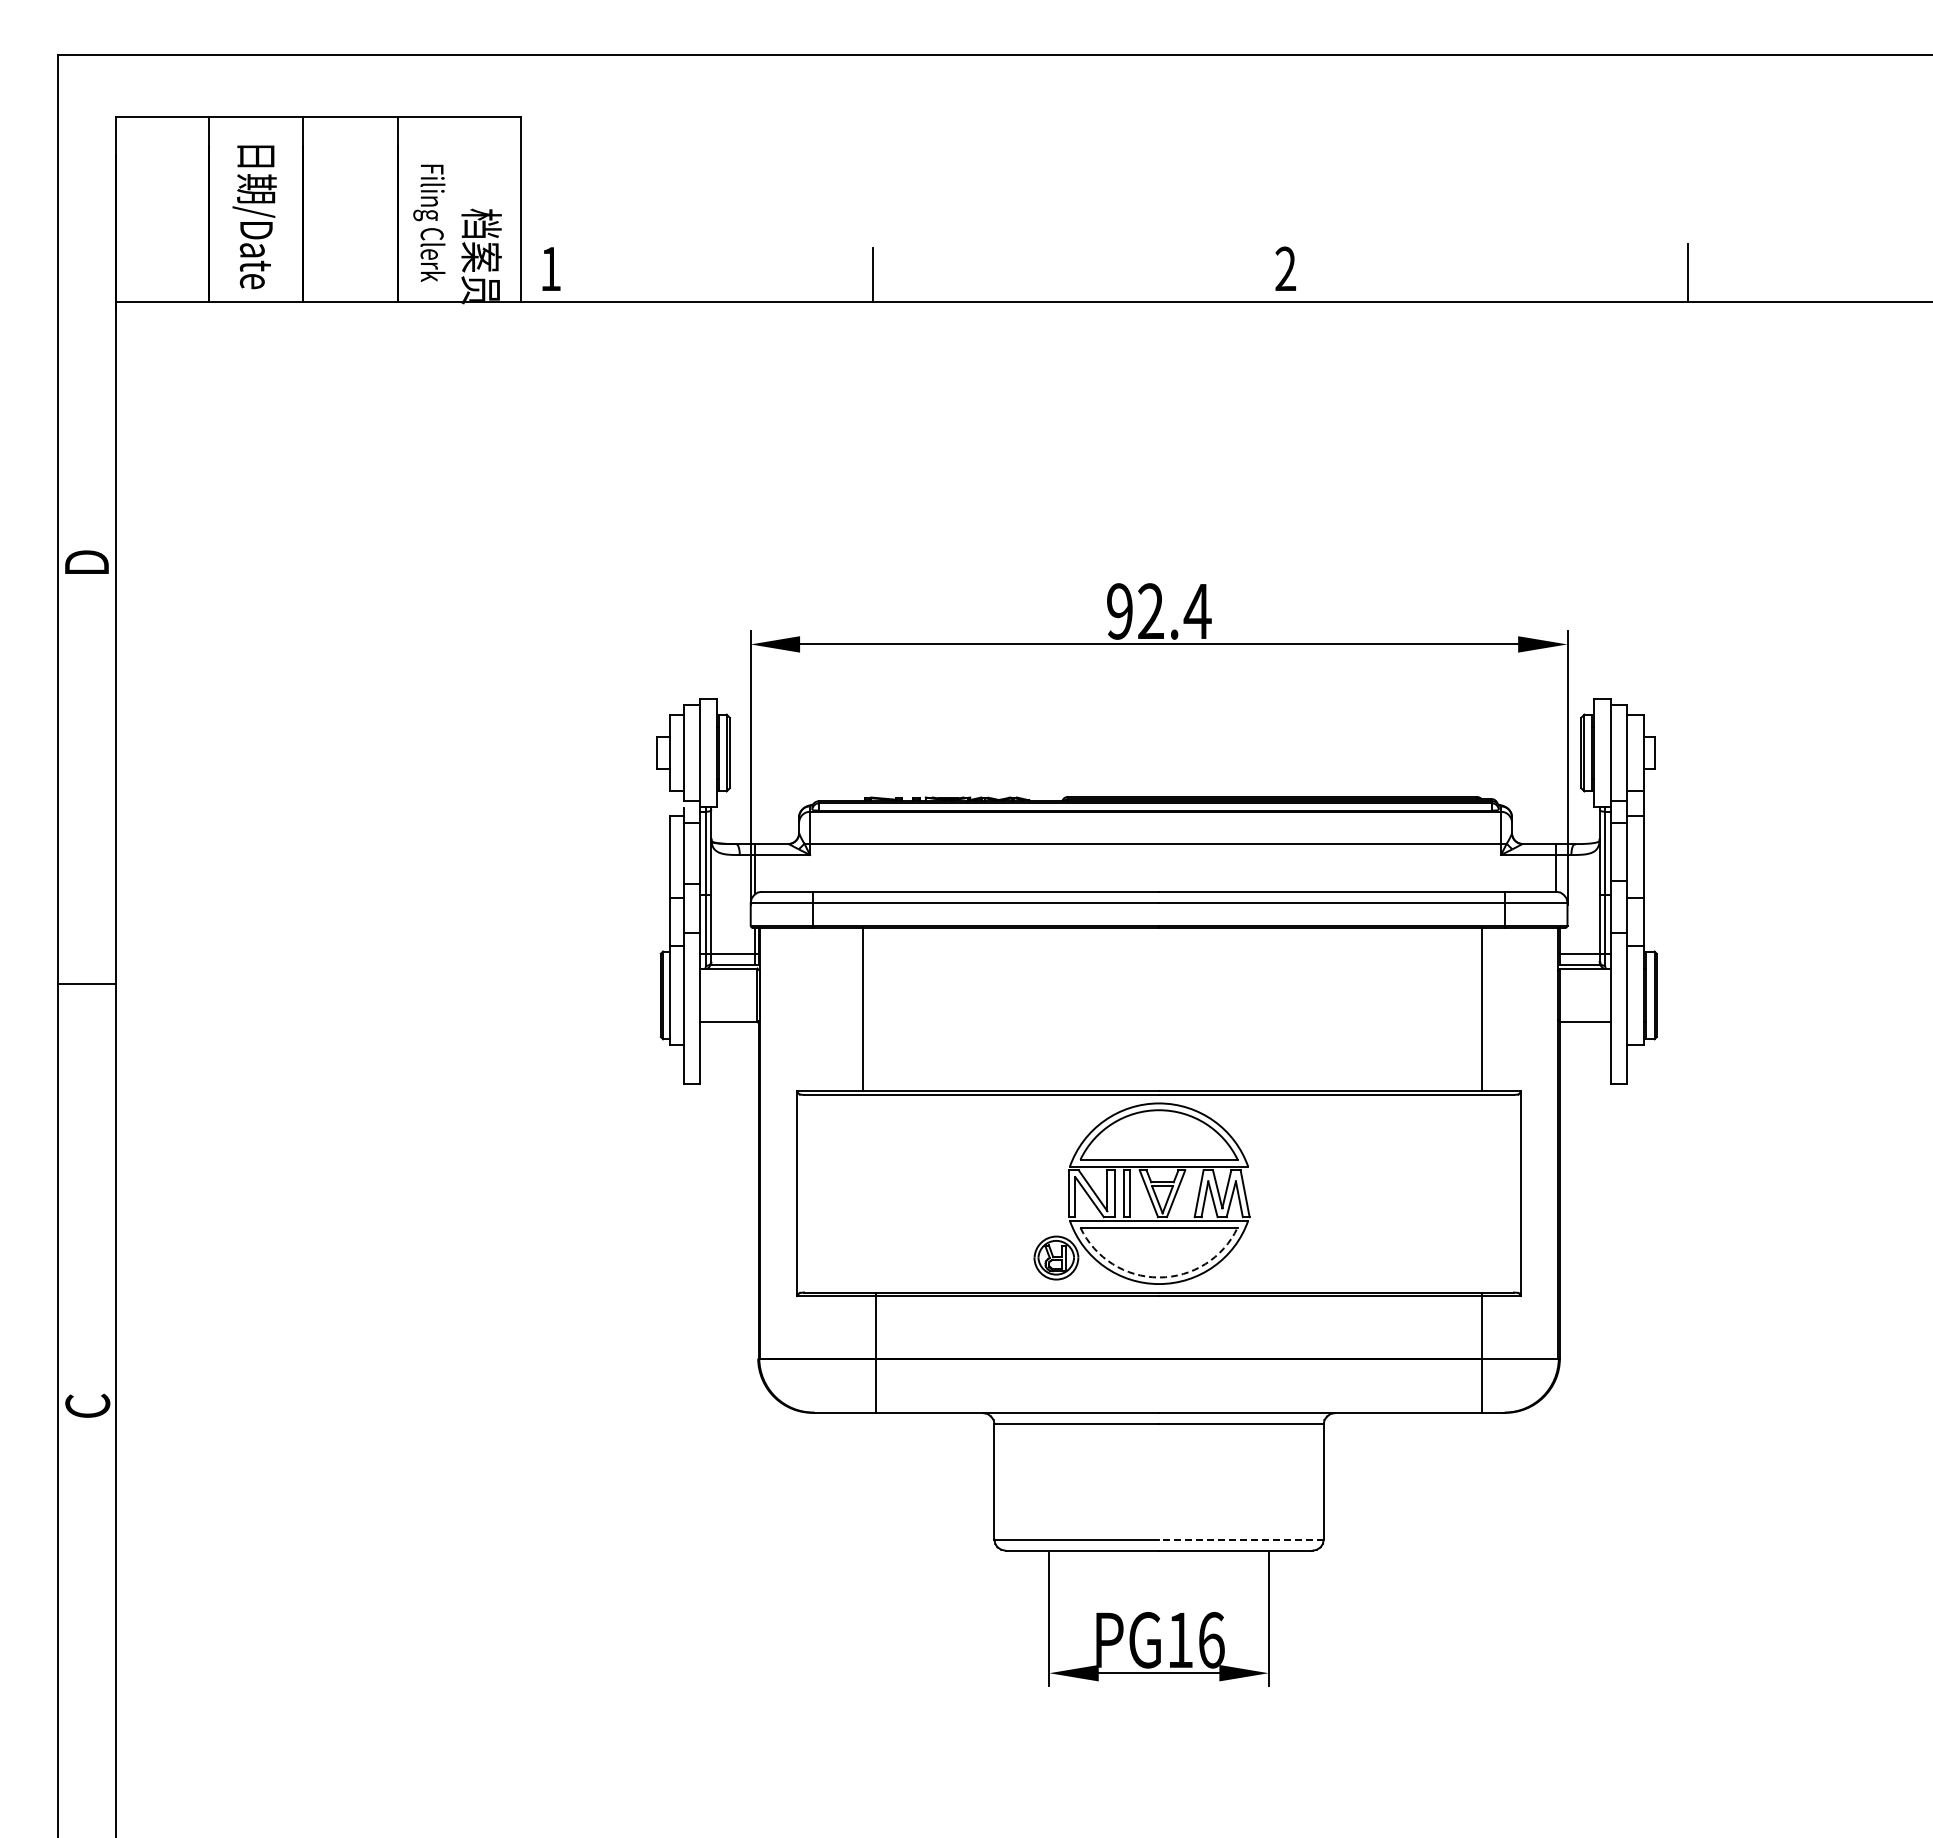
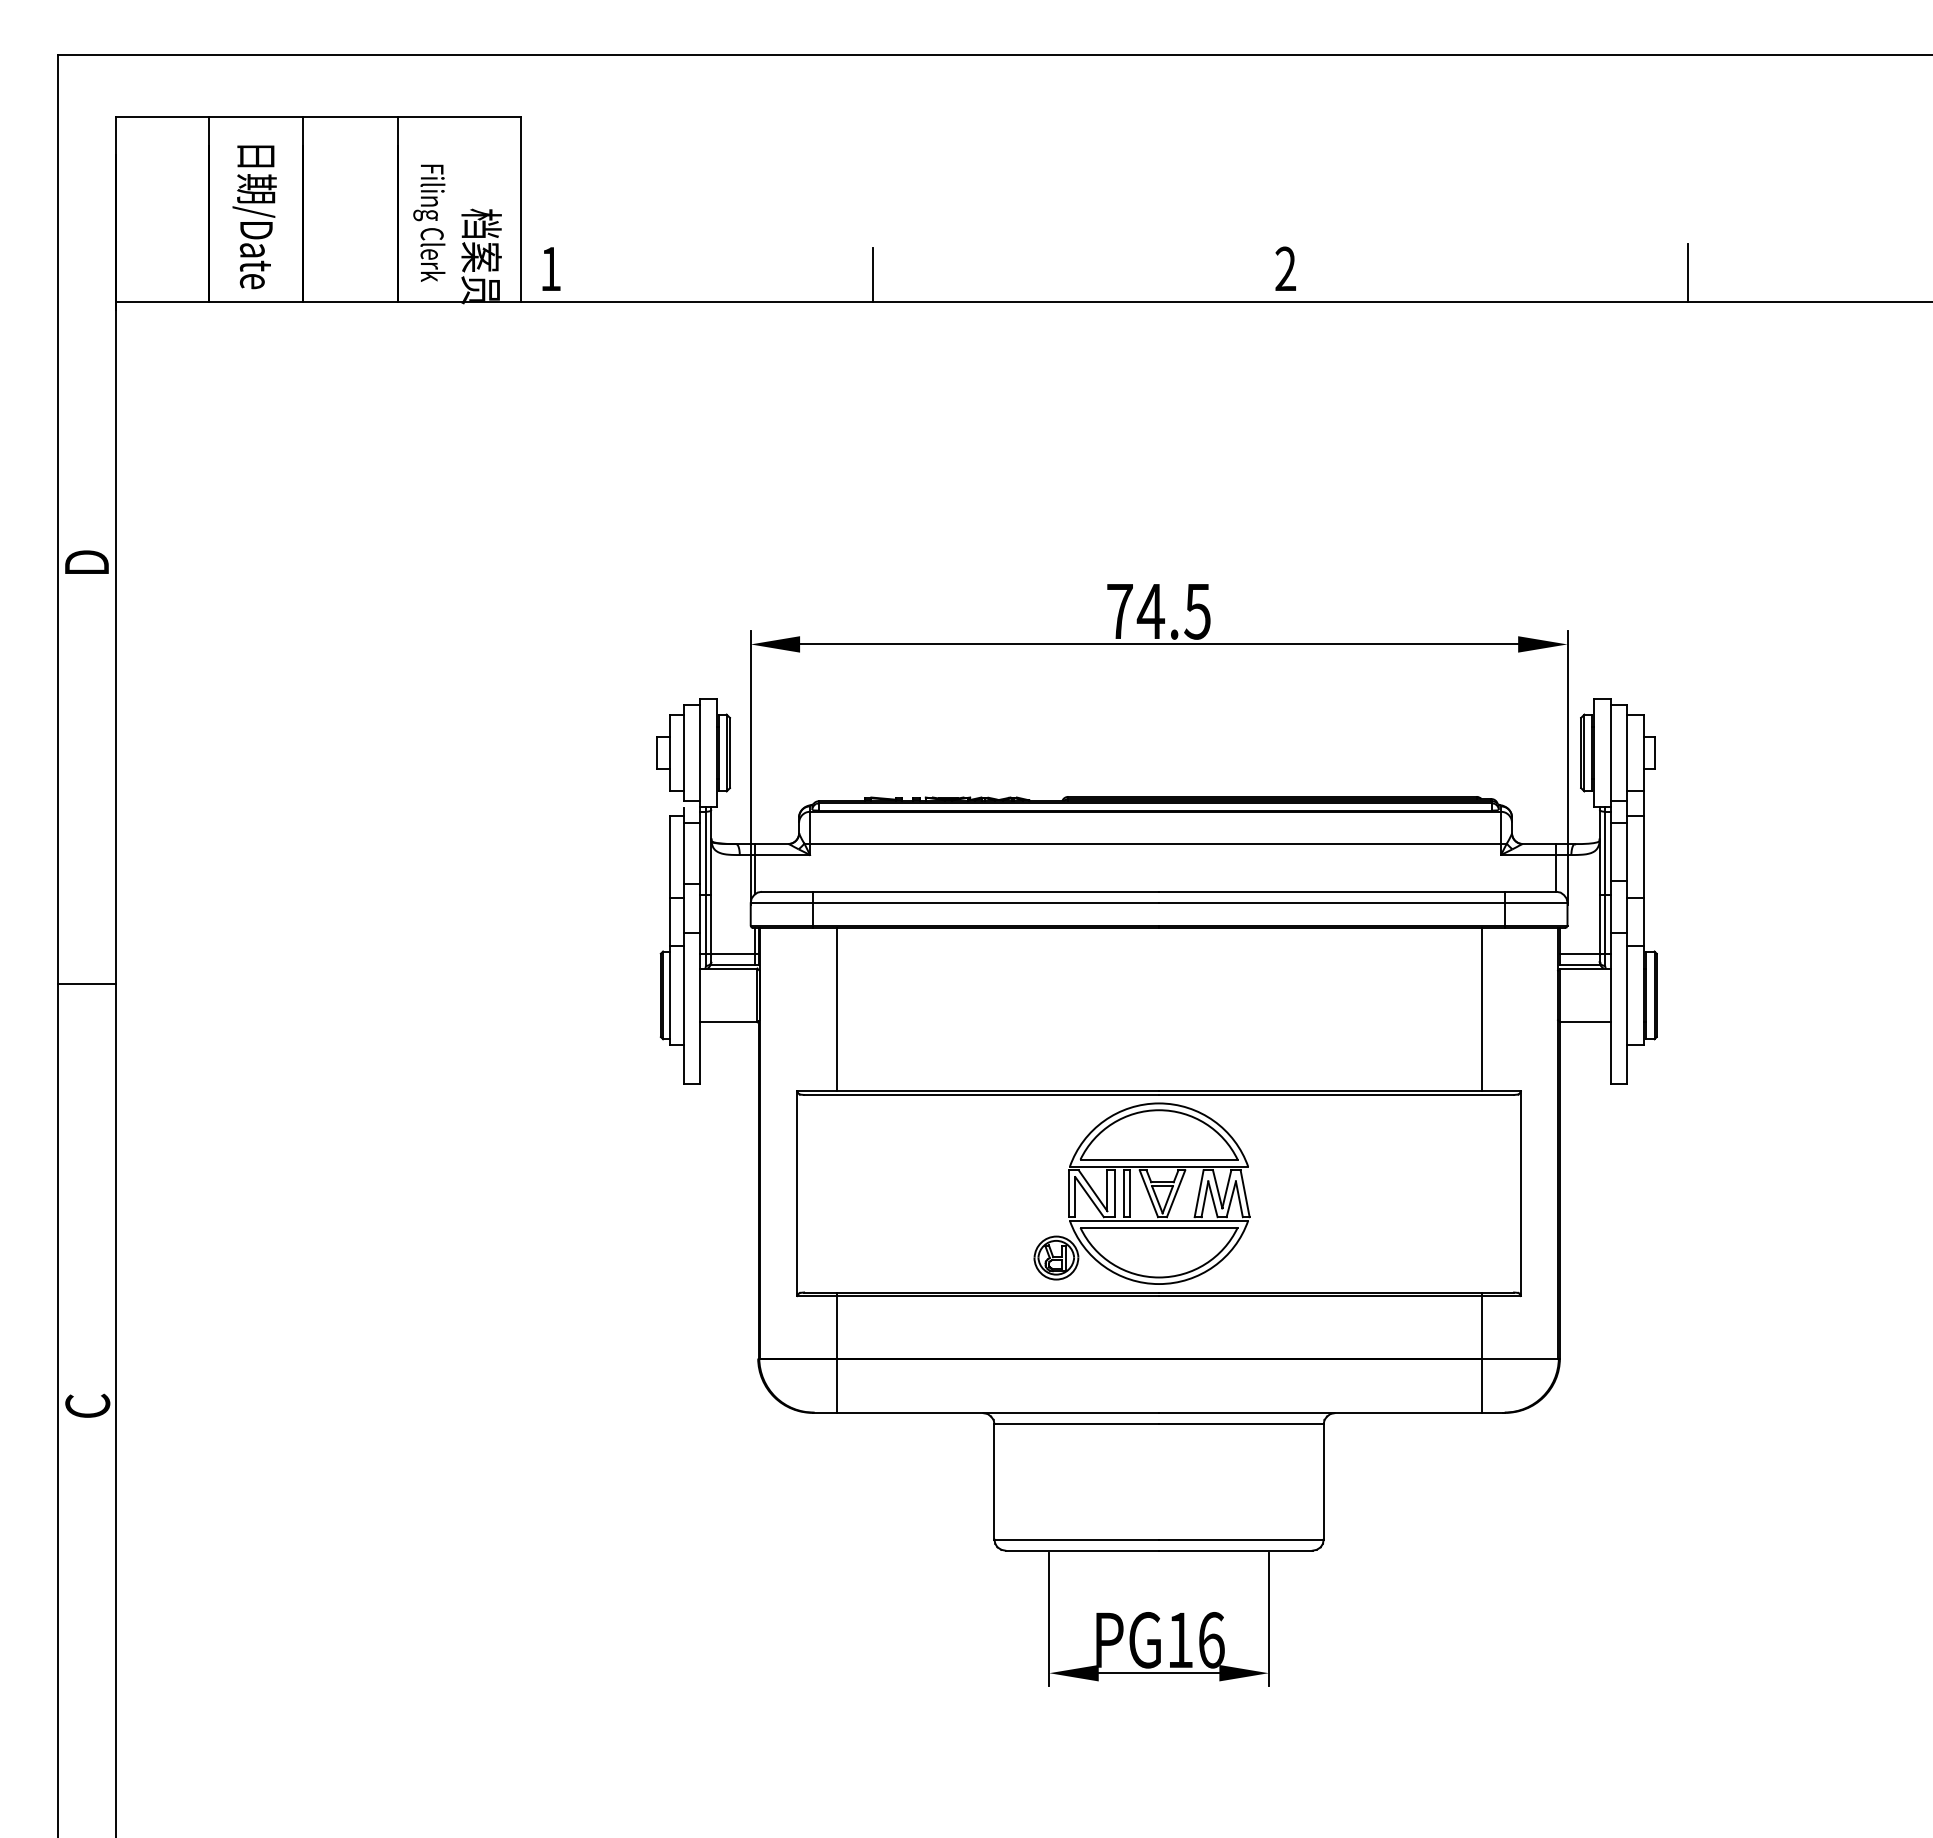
text at (1159, 611): 92.4 -> 74.5
line at (862, 1009) position: (862, 1009) -> (836, 1009)
arc at (1159, 1277): dashed -> solid
line at (875, 1352) position: (875, 1352) -> (836, 1352)
line at (1240, 1539): dashed -> solid
